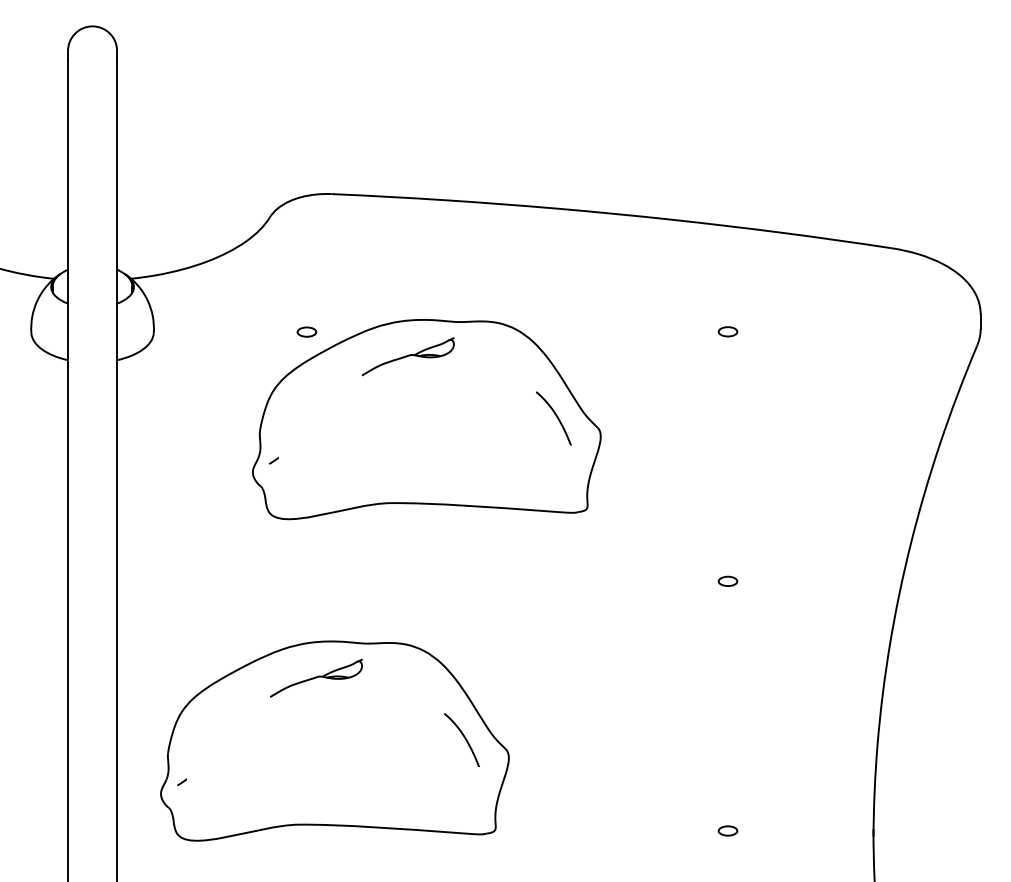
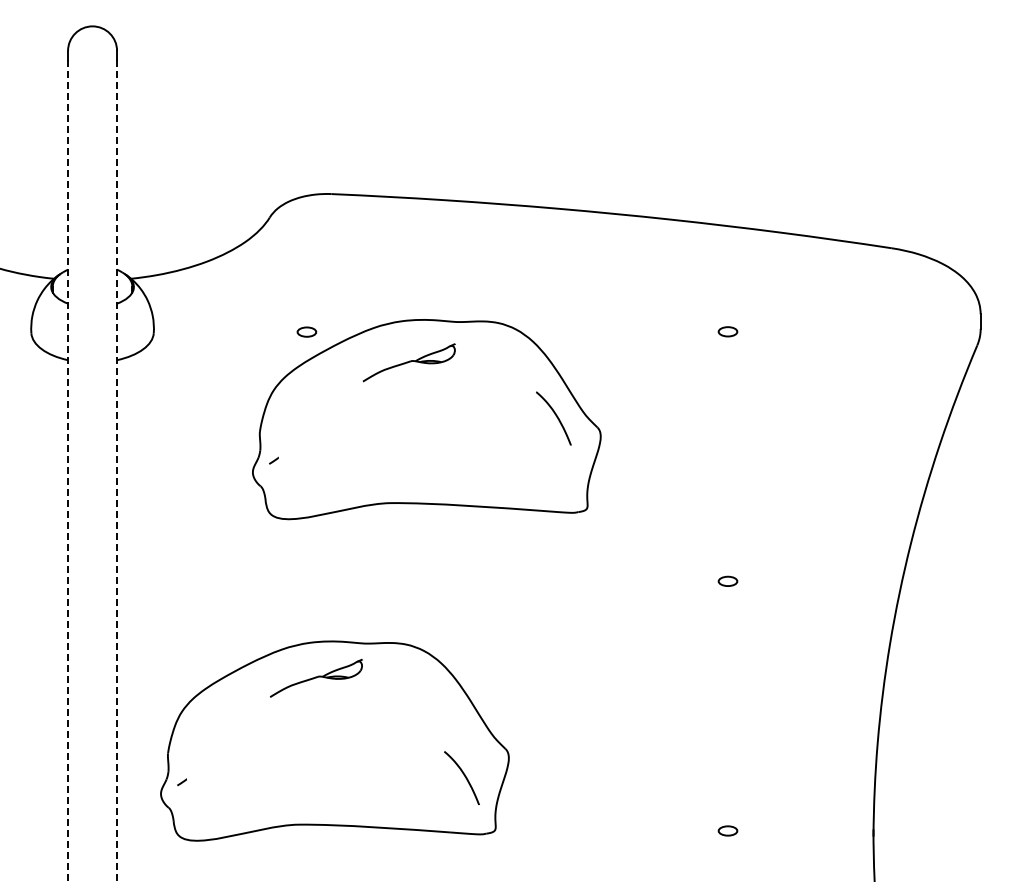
part at (407, 356) position: (407, 356) -> (408, 362)
line at (68, 470): solid -> dashed
line at (117, 470): solid -> dashed
curve at (463, 737) position: (463, 737) -> (463, 775)
